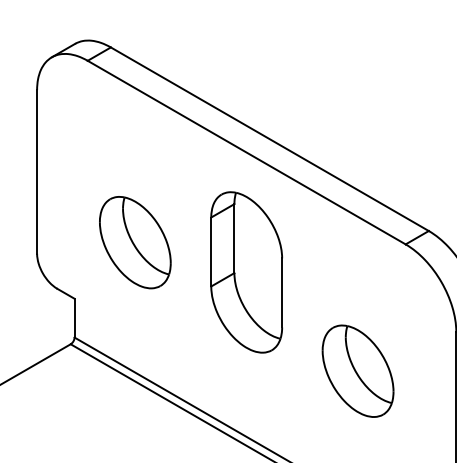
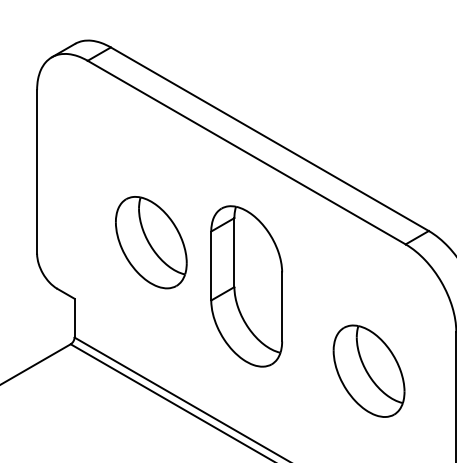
part at (135, 242) position: (135, 242) -> (151, 242)
part at (246, 272) position: (246, 272) -> (246, 286)
part at (357, 370) position: (357, 370) -> (368, 370)
